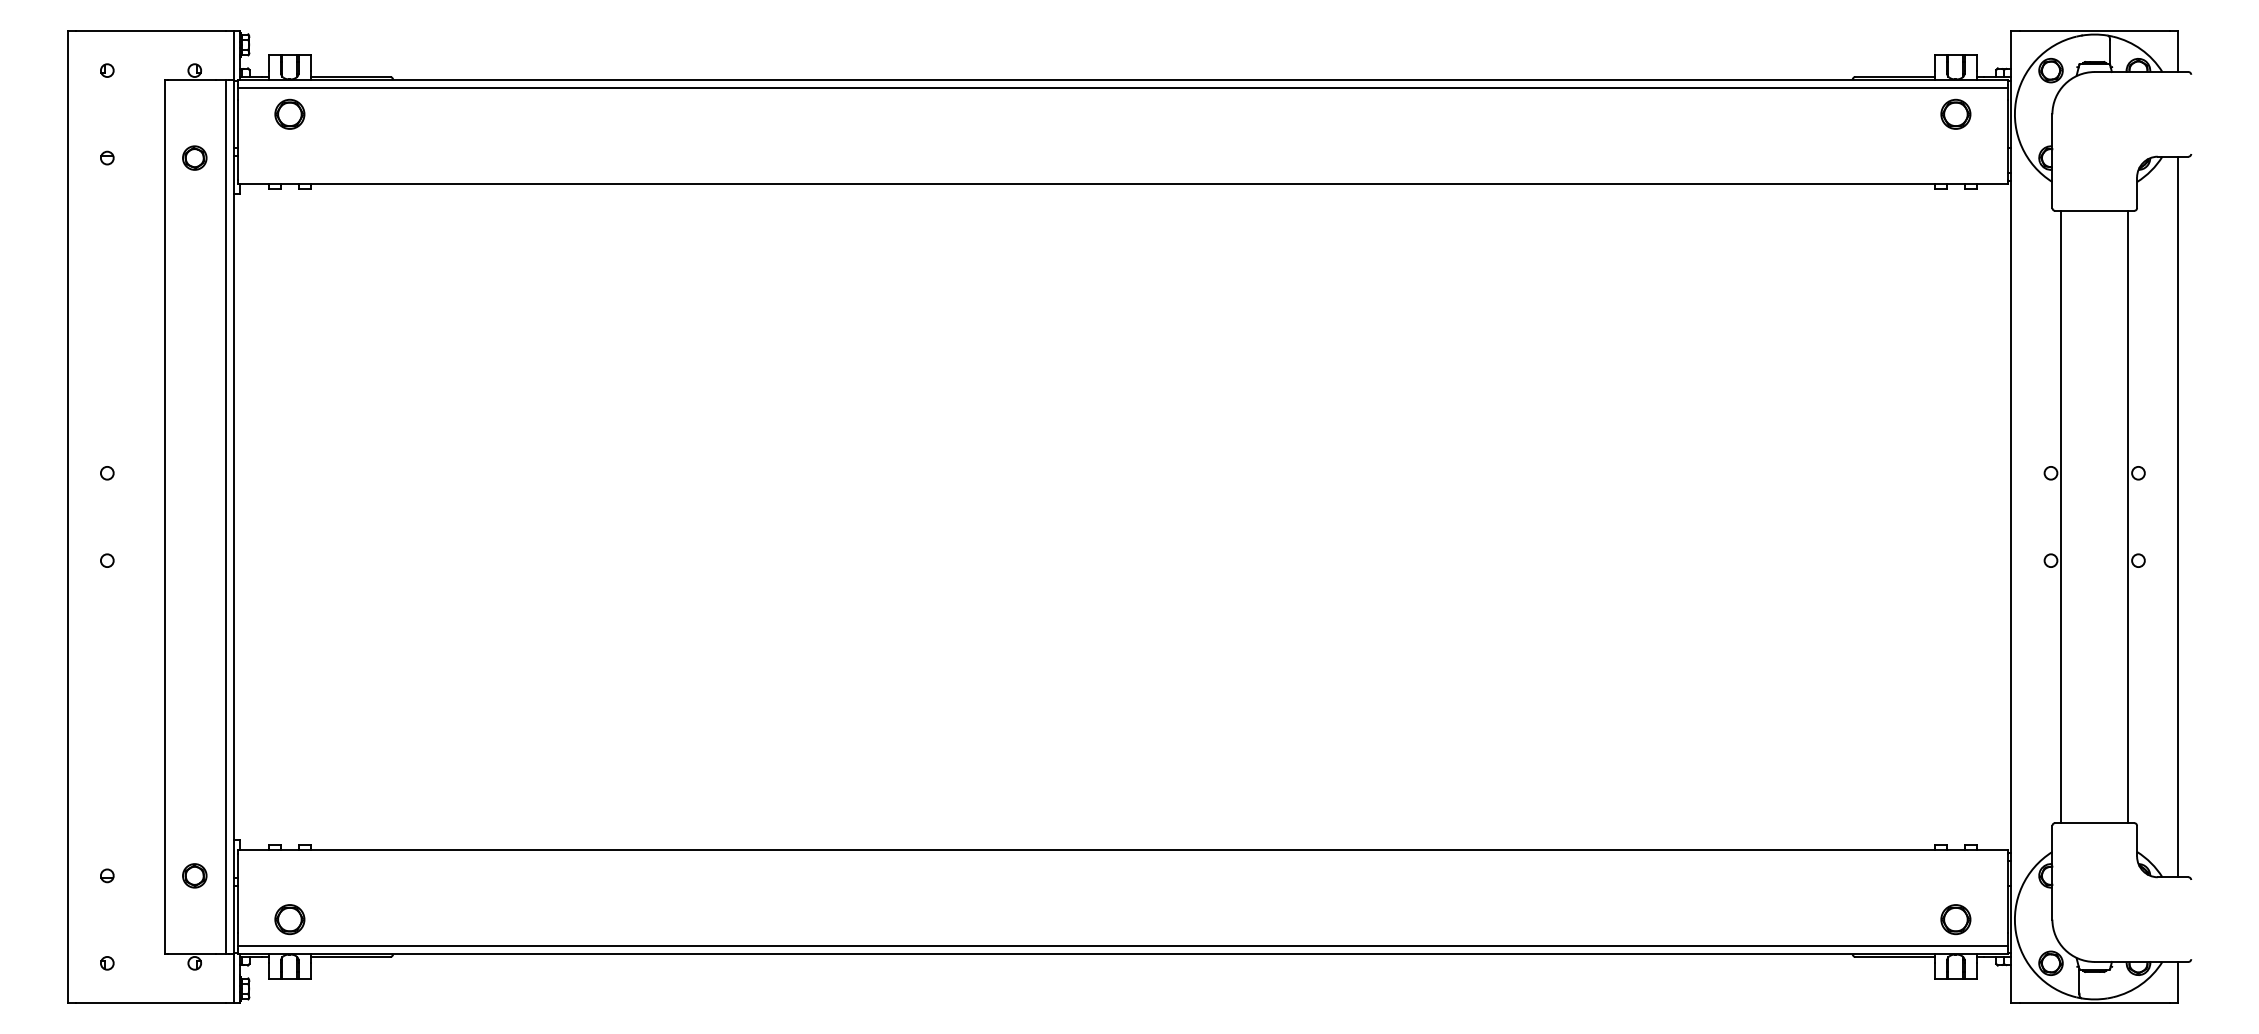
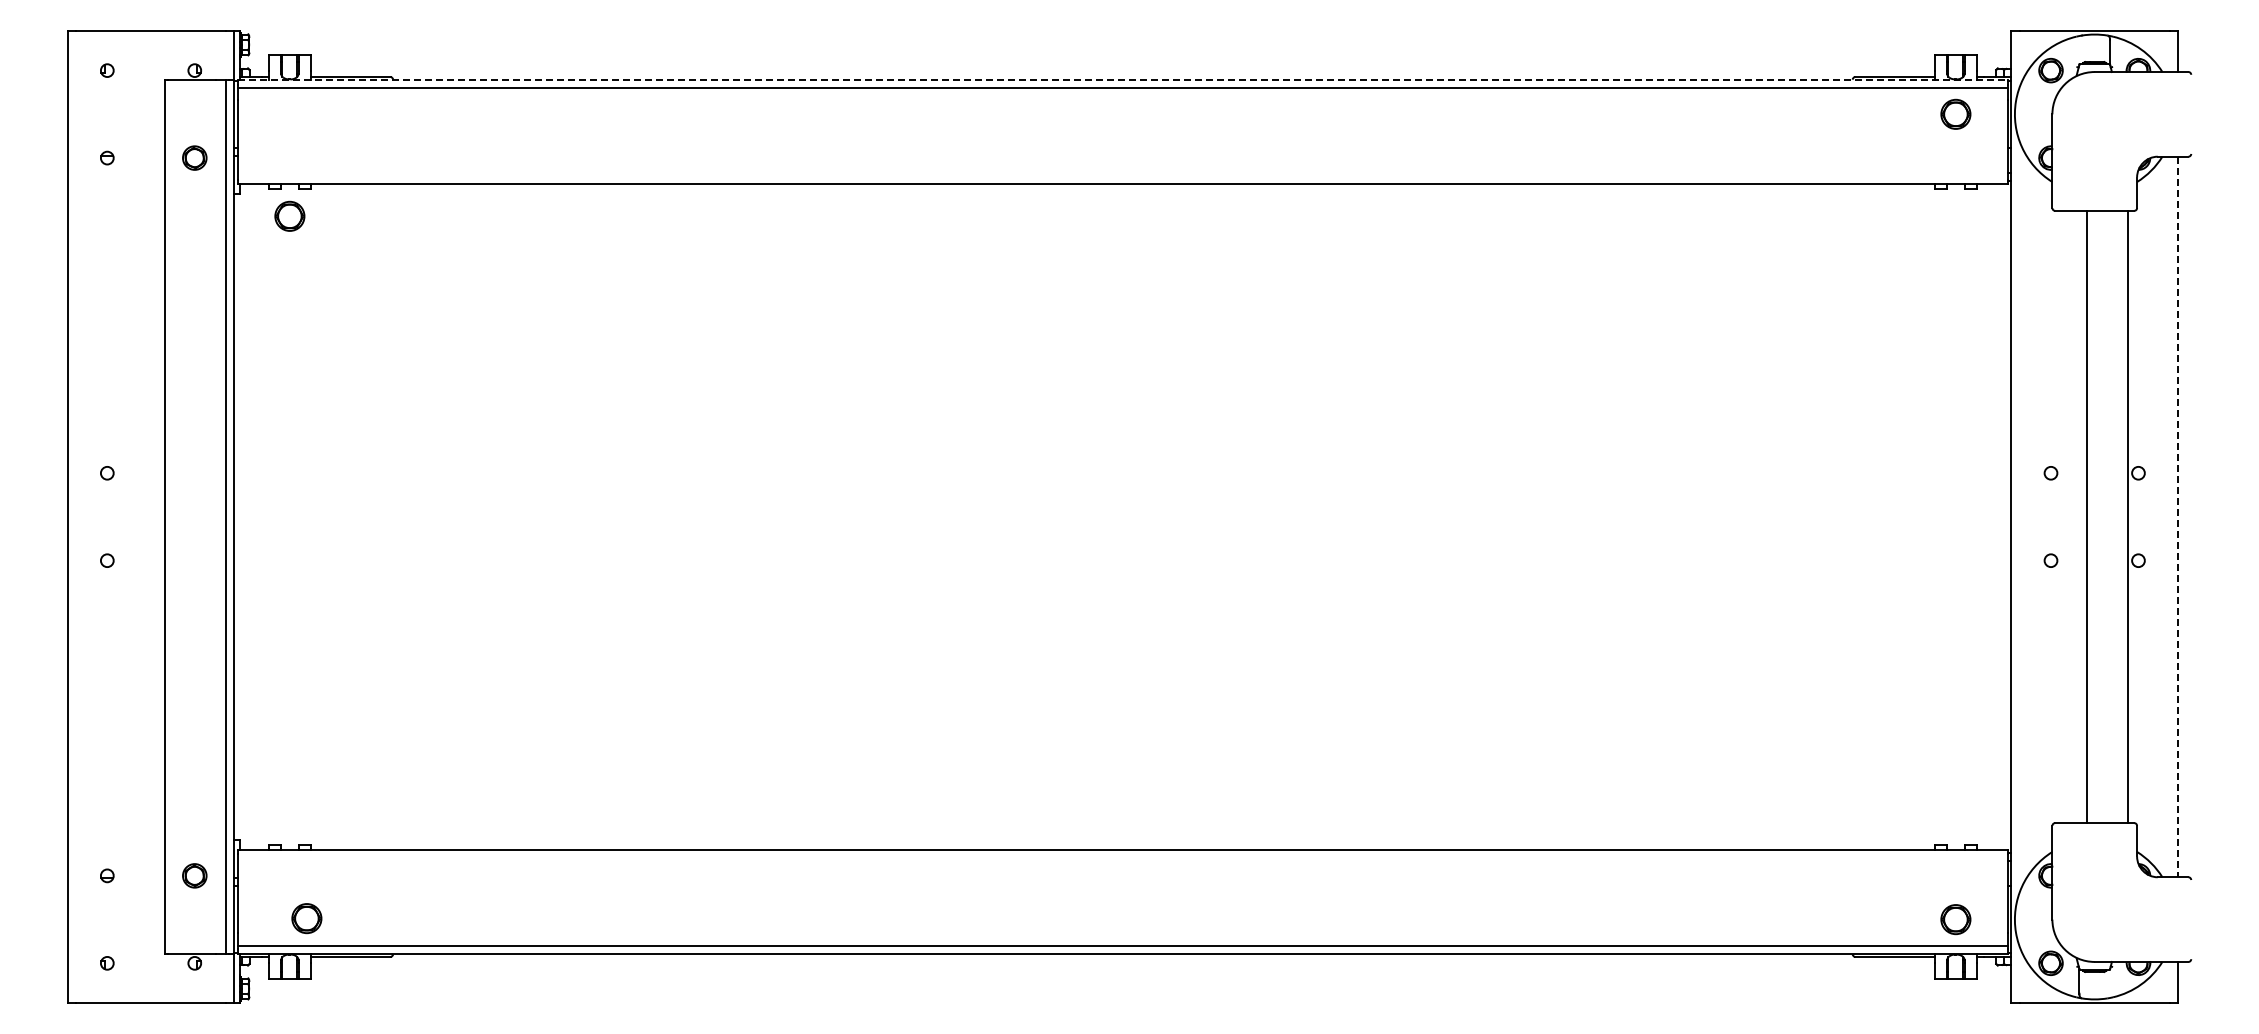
line at (1123, 79): solid -> dashed
part at (289, 113) position: (289, 113) -> (289, 215)
line at (2061, 516) position: (2061, 516) -> (2087, 516)
line at (2178, 517): solid -> dashed
part at (289, 919) position: (289, 919) -> (306, 918)
